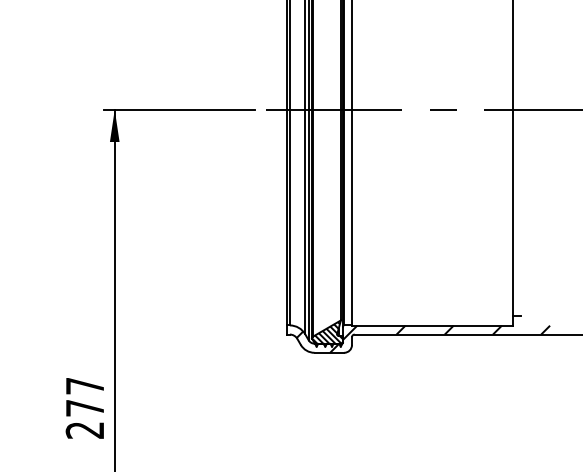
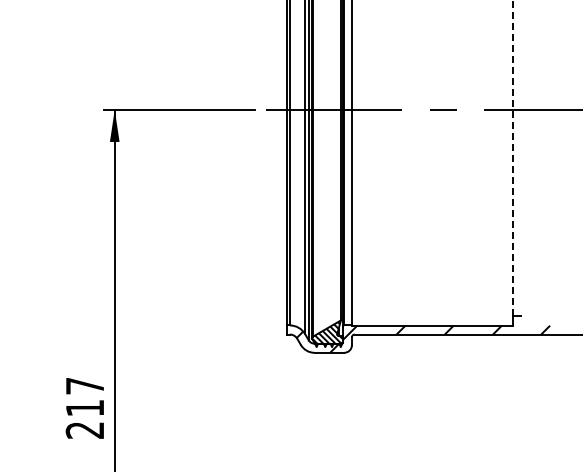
line at (513, 157): solid -> dashed
text at (84, 408): 277 -> 217
